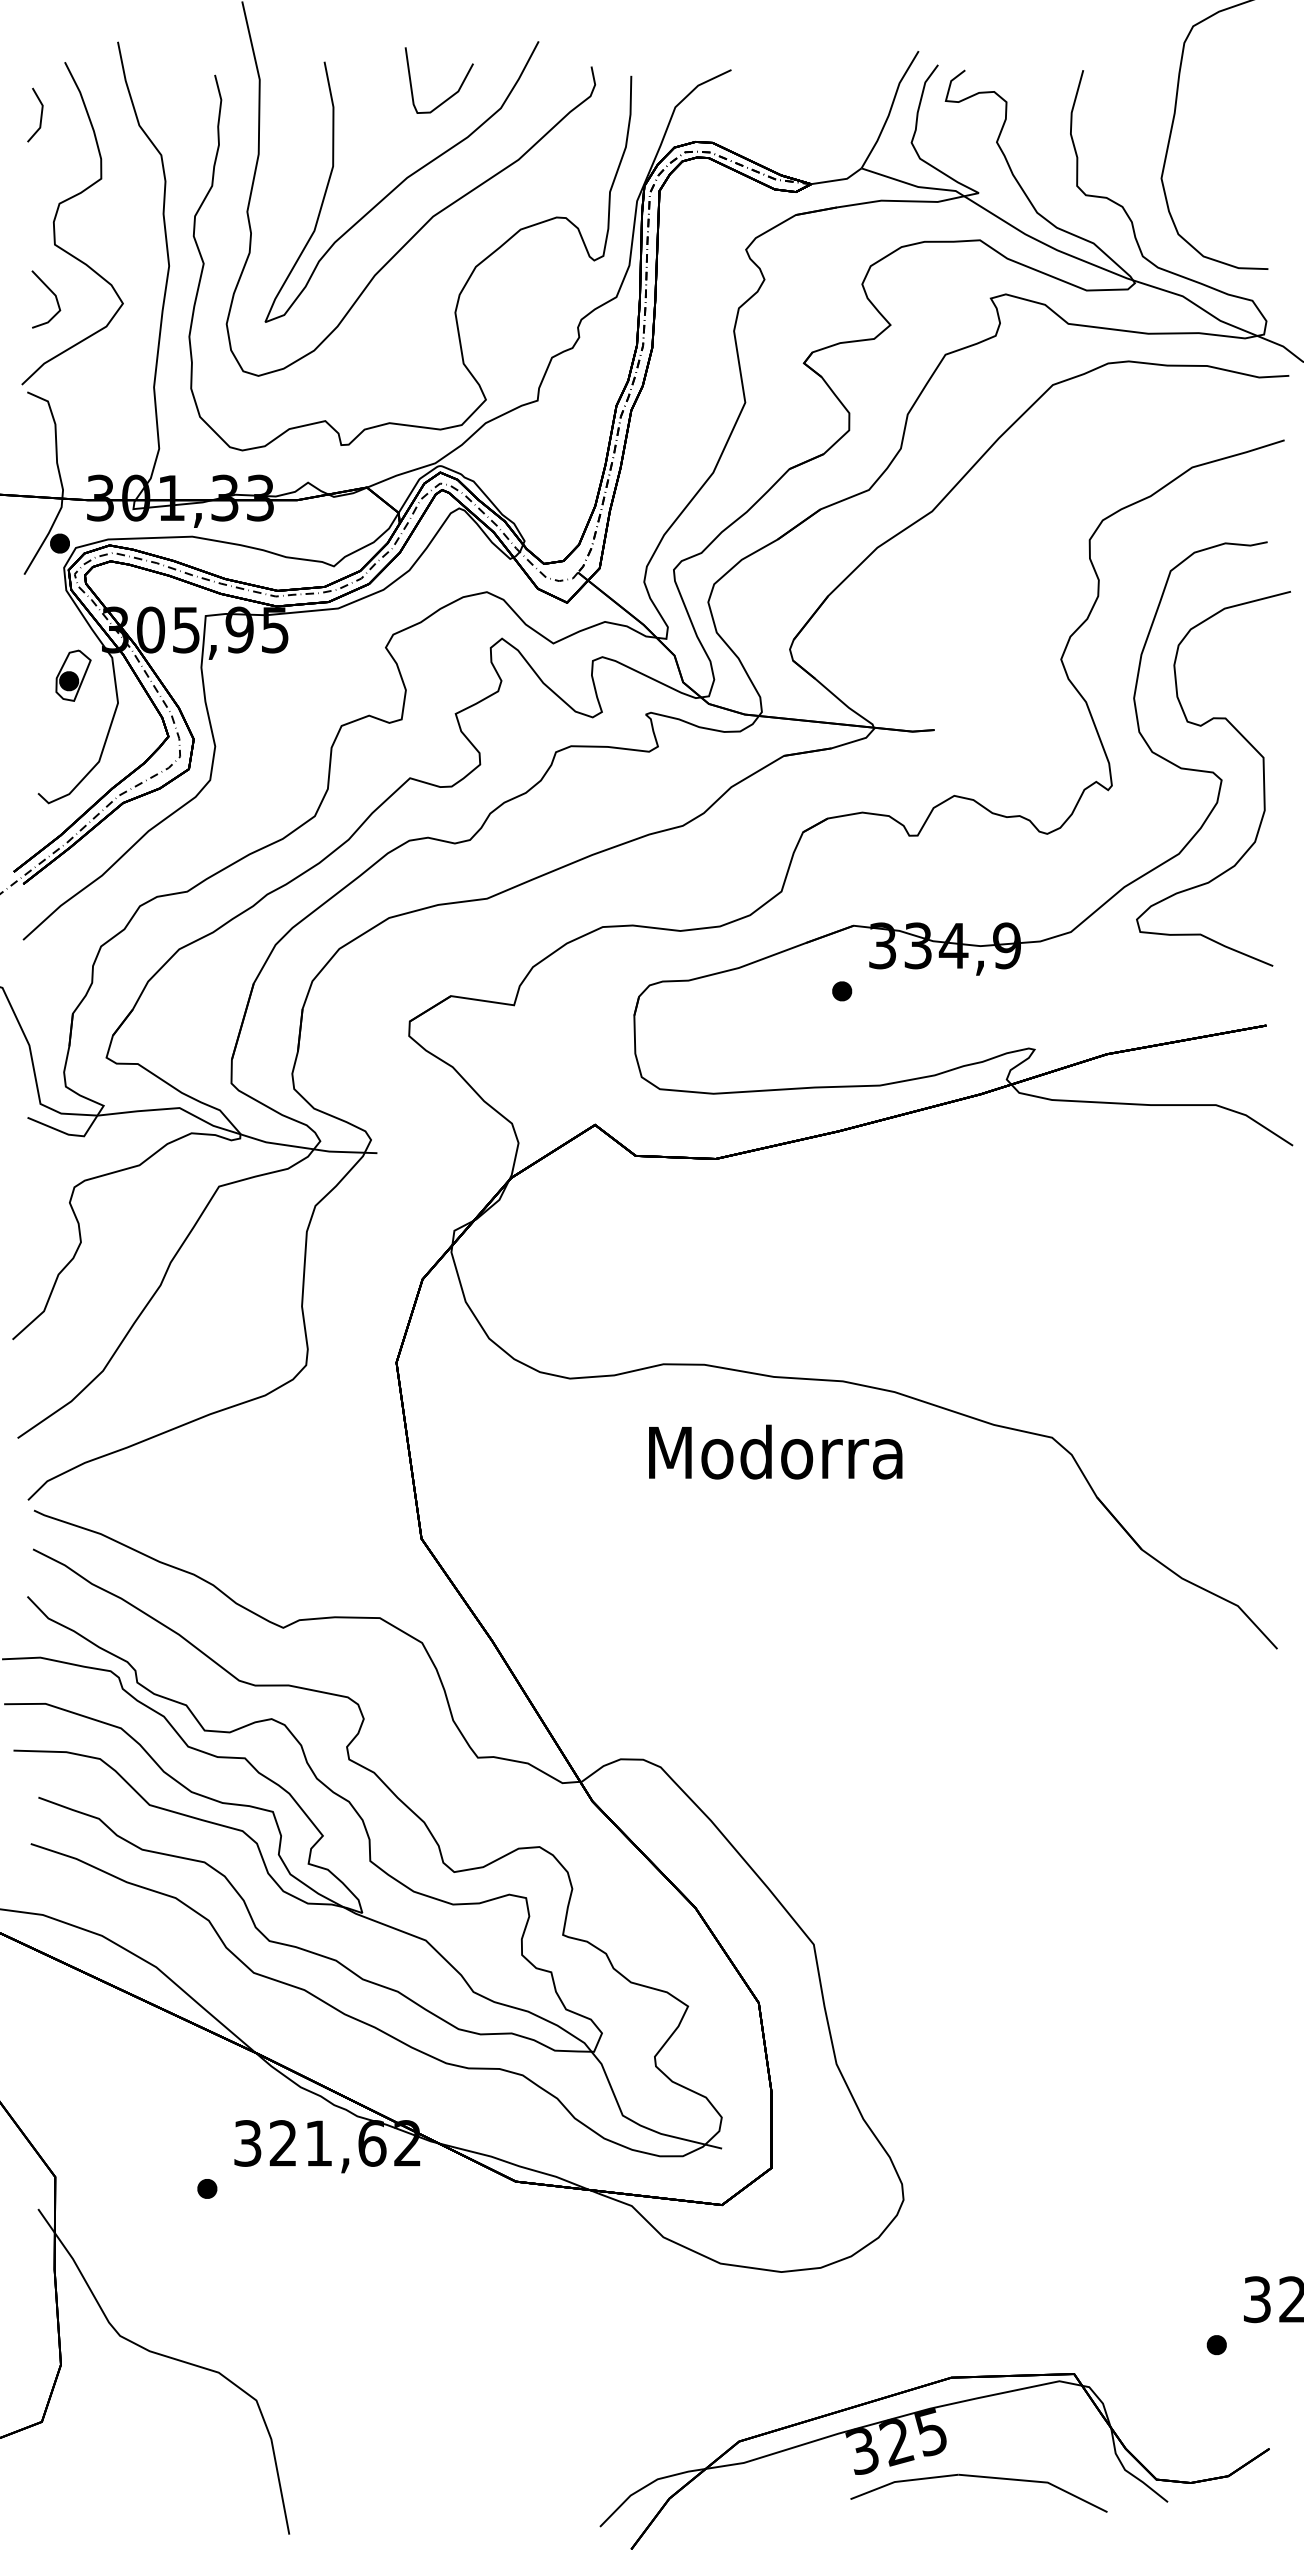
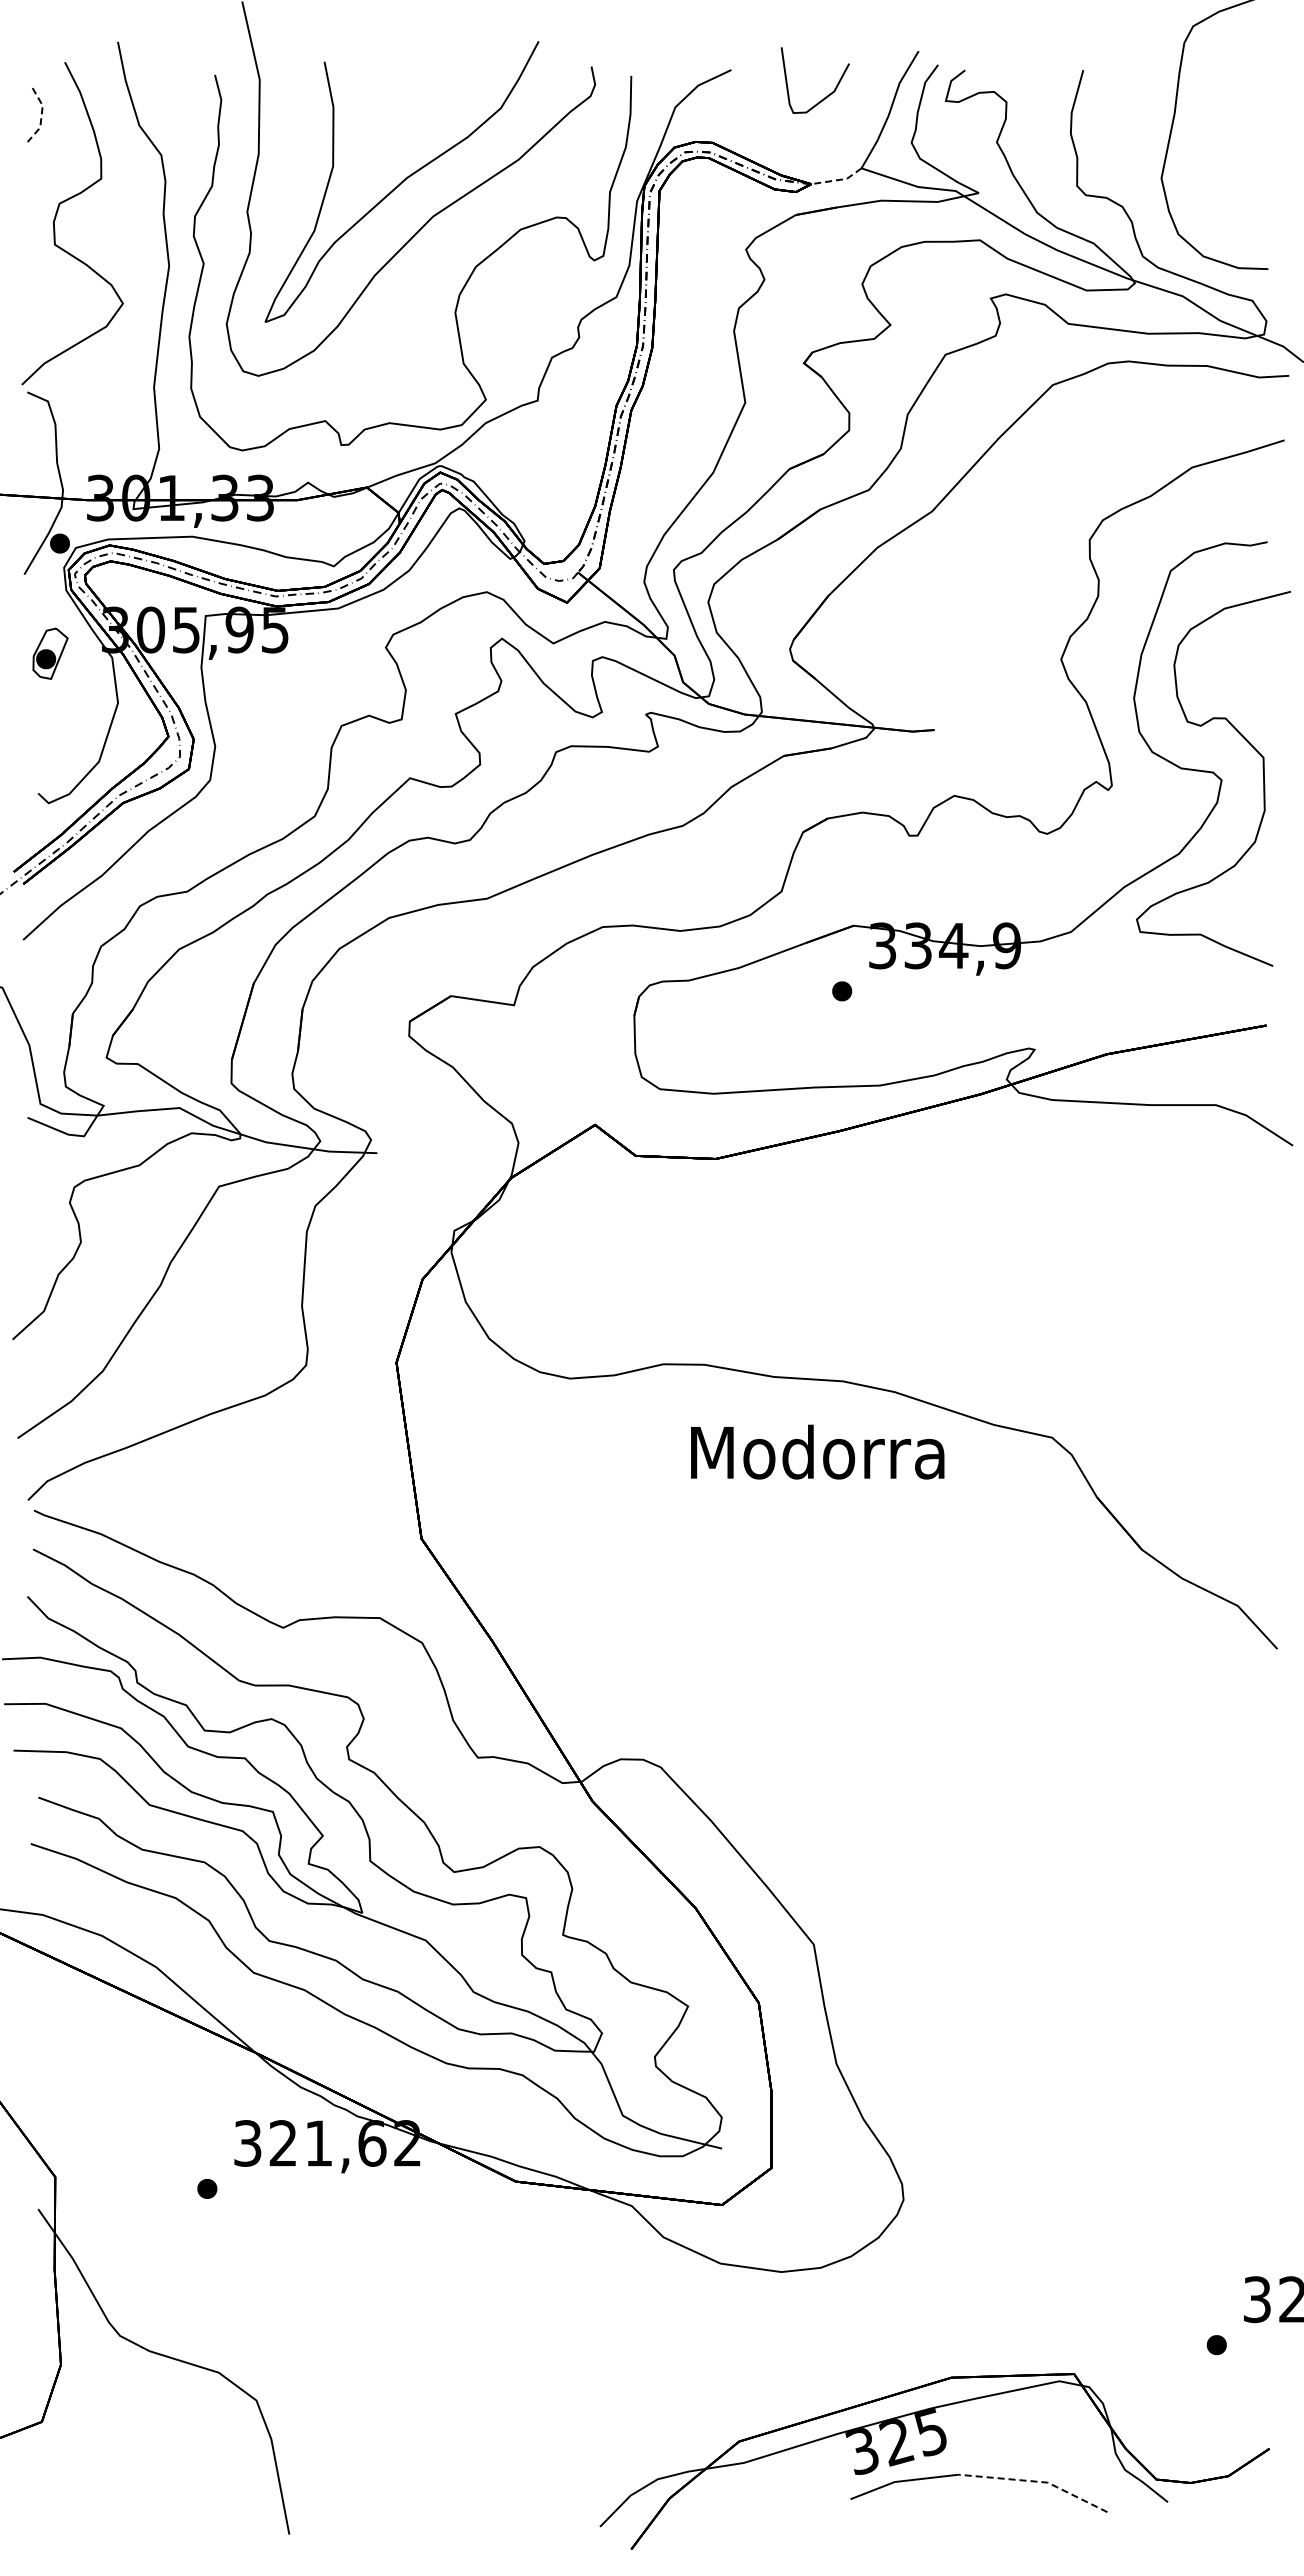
curve at (449, 96) position: (449, 96) -> (825, 96)
line at (41, 116): solid -> dashed
line at (838, 180): solid -> dashed
line at (52, 293): present -> none
part at (73, 675) position: (73, 675) -> (50, 653)
text at (775, 1451) position: (775, 1451) -> (817, 1451)
line at (1036, 2481): solid -> dashed
